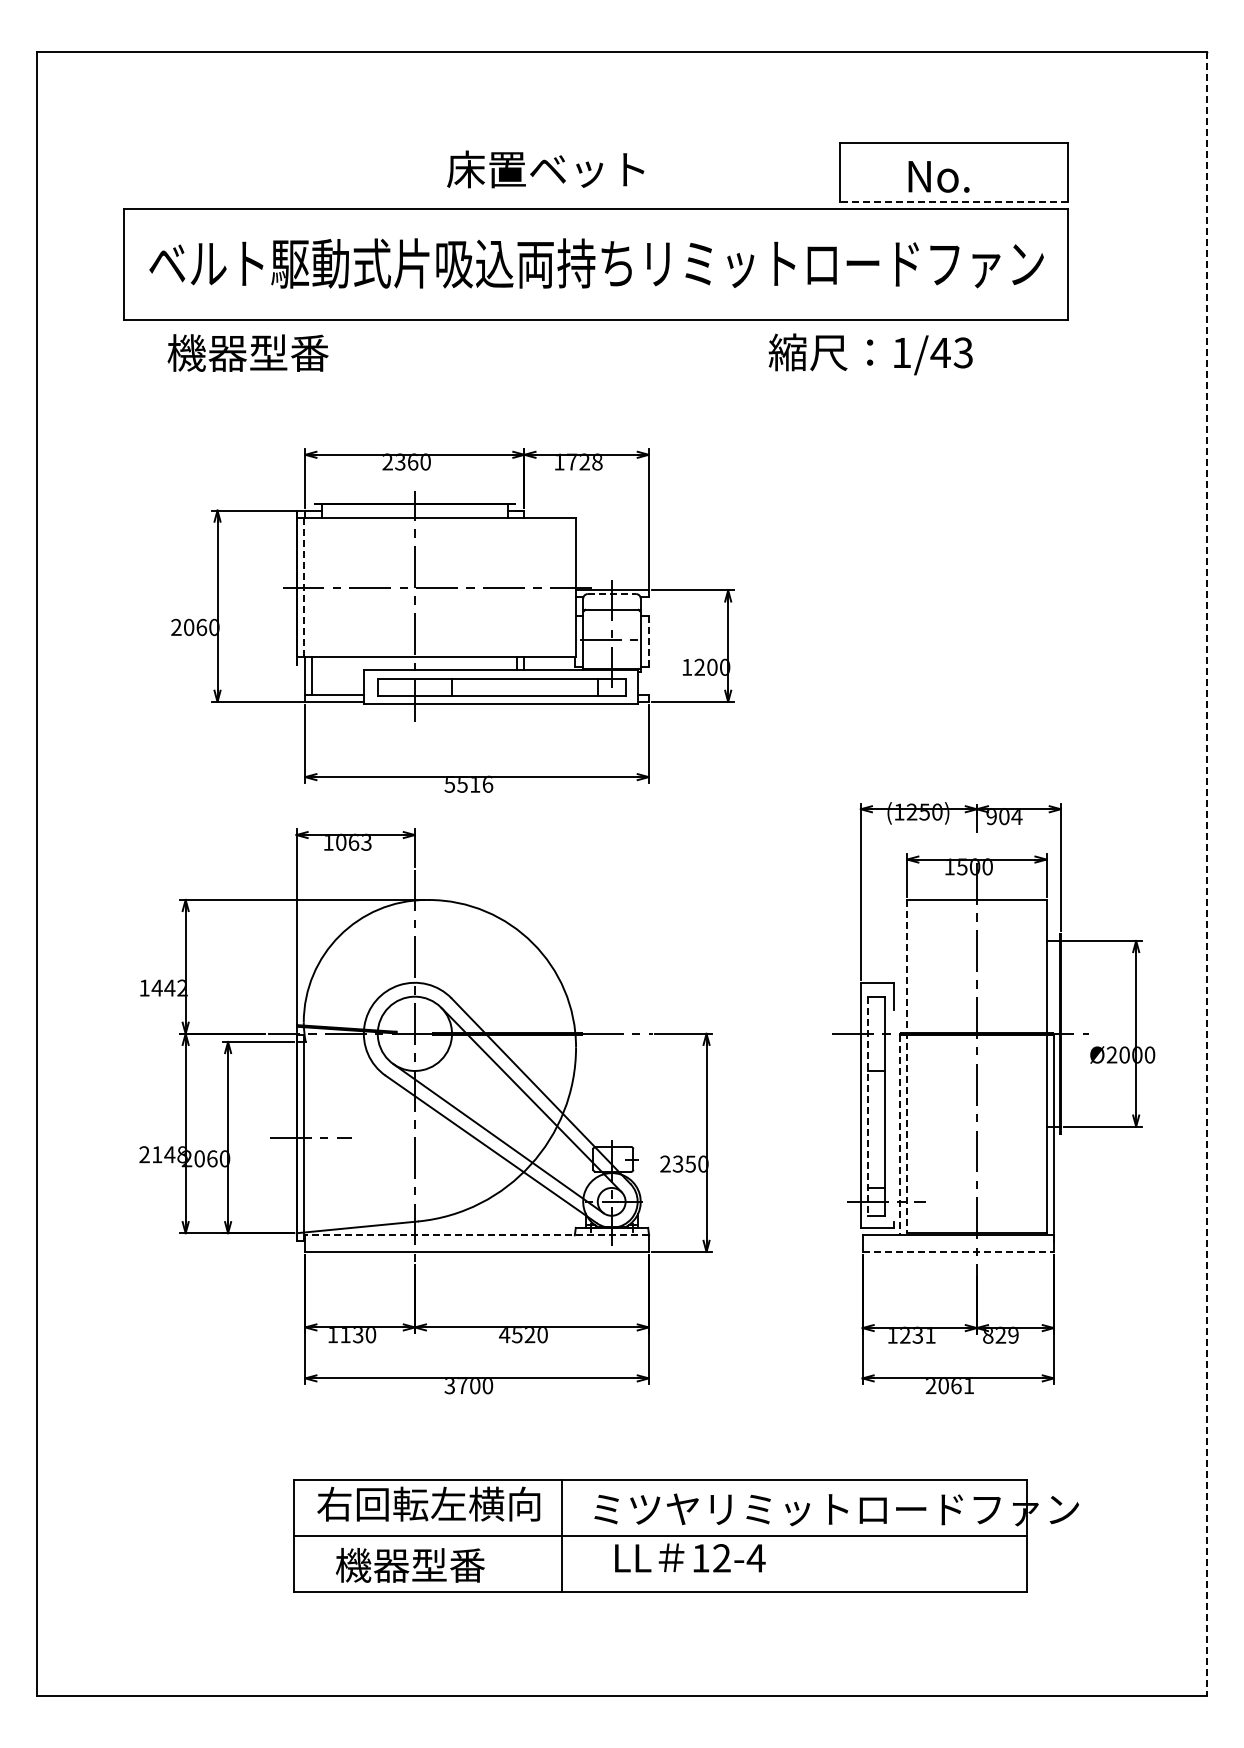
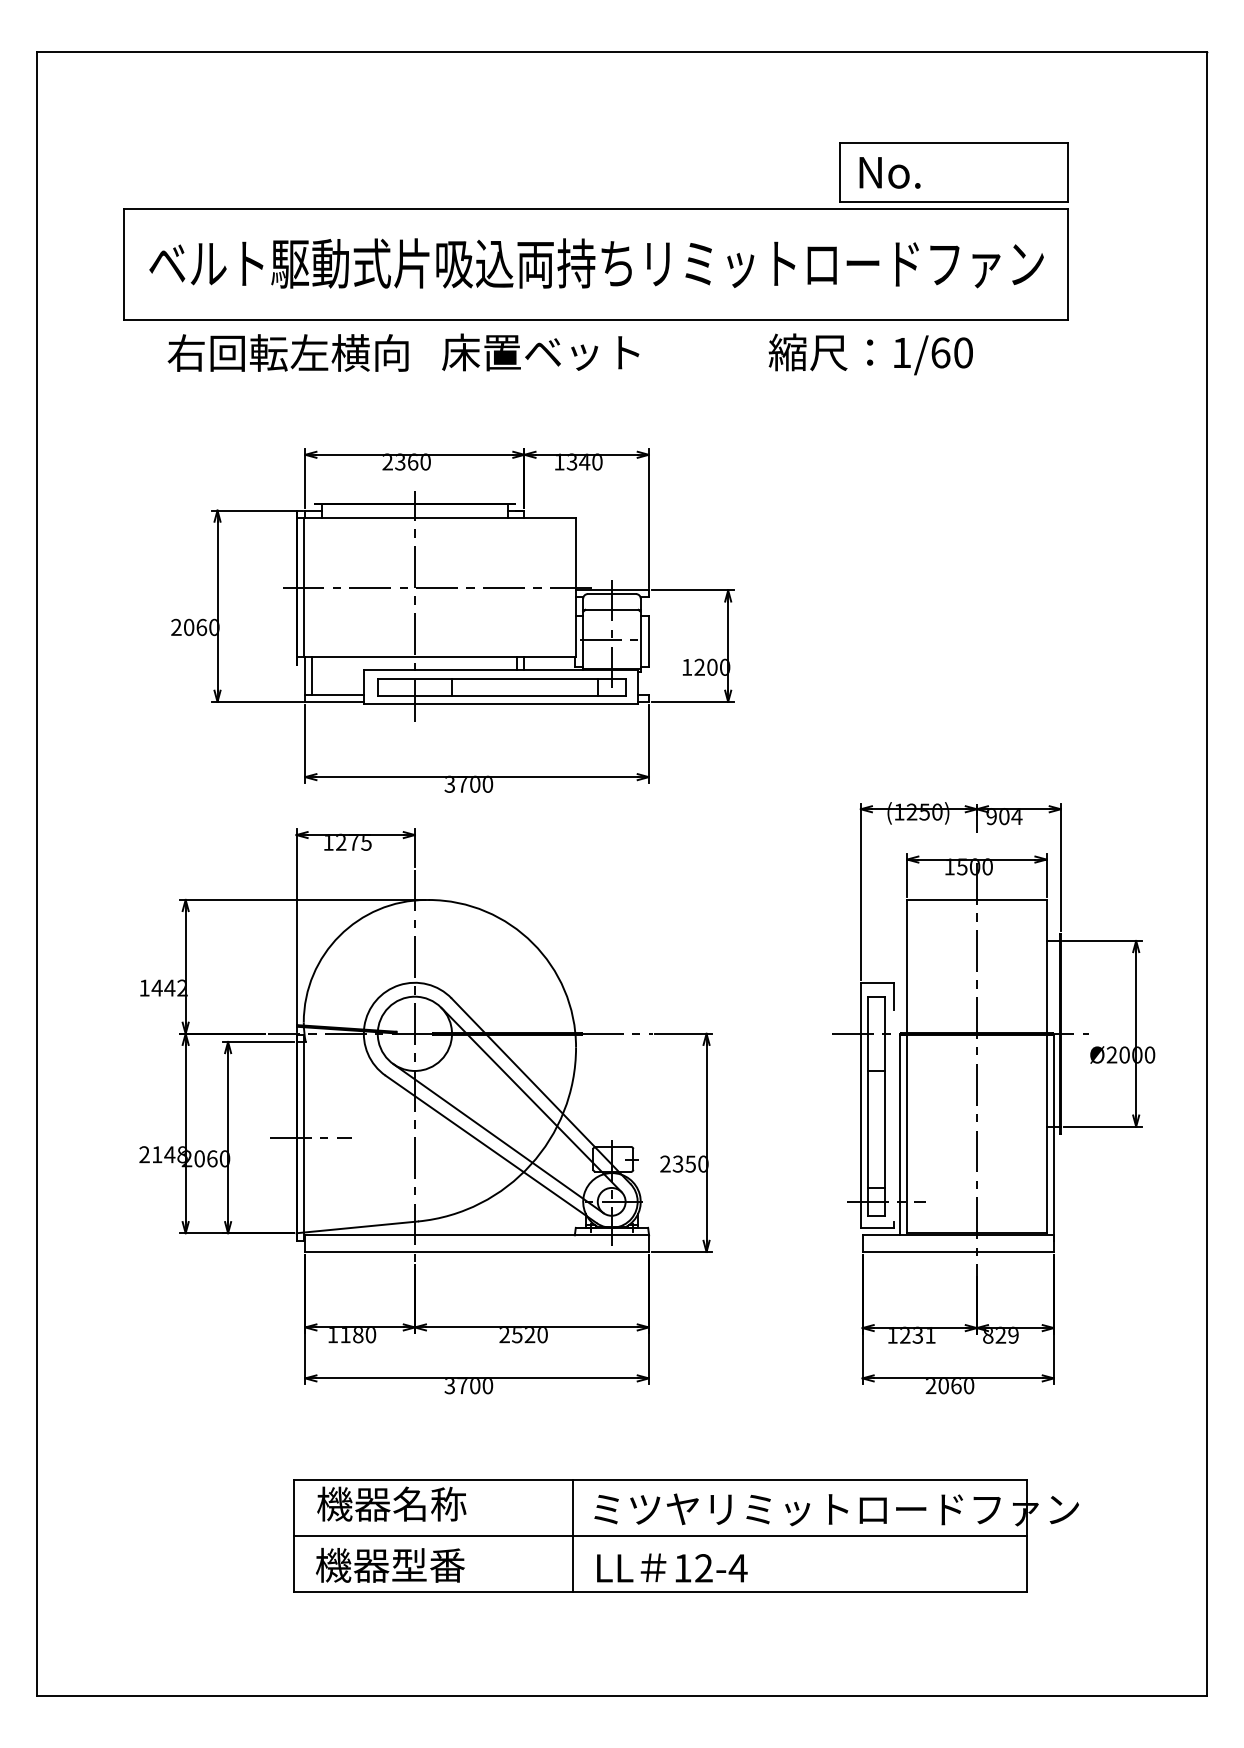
text at (545, 169) position: (545, 169) -> (540, 352)
text at (938, 176) position: (938, 176) -> (889, 172)
line at (953, 202): dashed -> solid
text at (287, 352): 機器型番 -> 右回転左横向
text at (951, 352): 1/43 -> 1/60
text at (584, 461): 1728 -> 1340
line at (303, 587): dashed -> solid
line at (612, 594): dashed -> solid
line at (649, 640): dashed -> solid
text at (469, 783): 5516 -> 3700
text at (353, 841): 1063 -> 1275
line at (1206, 874): dashed -> solid
line at (907, 1066): dashed -> solid
line at (868, 1106): dashed -> solid
line at (899, 1135): dashed -> solid
line at (477, 1235): dashed -> solid
line at (958, 1252): dashed -> solid
text at (358, 1335): 1130 -> 1180
text at (504, 1335): 4520 -> 2520
text at (969, 1386): 2061 -> 2060
text at (428, 1503): 右回転左横向 -> 機器名称
line at (561, 1535) position: (561, 1535) -> (572, 1535)
text at (690, 1557) position: (690, 1557) -> (672, 1567)
text at (410, 1565) position: (410, 1565) -> (390, 1565)
